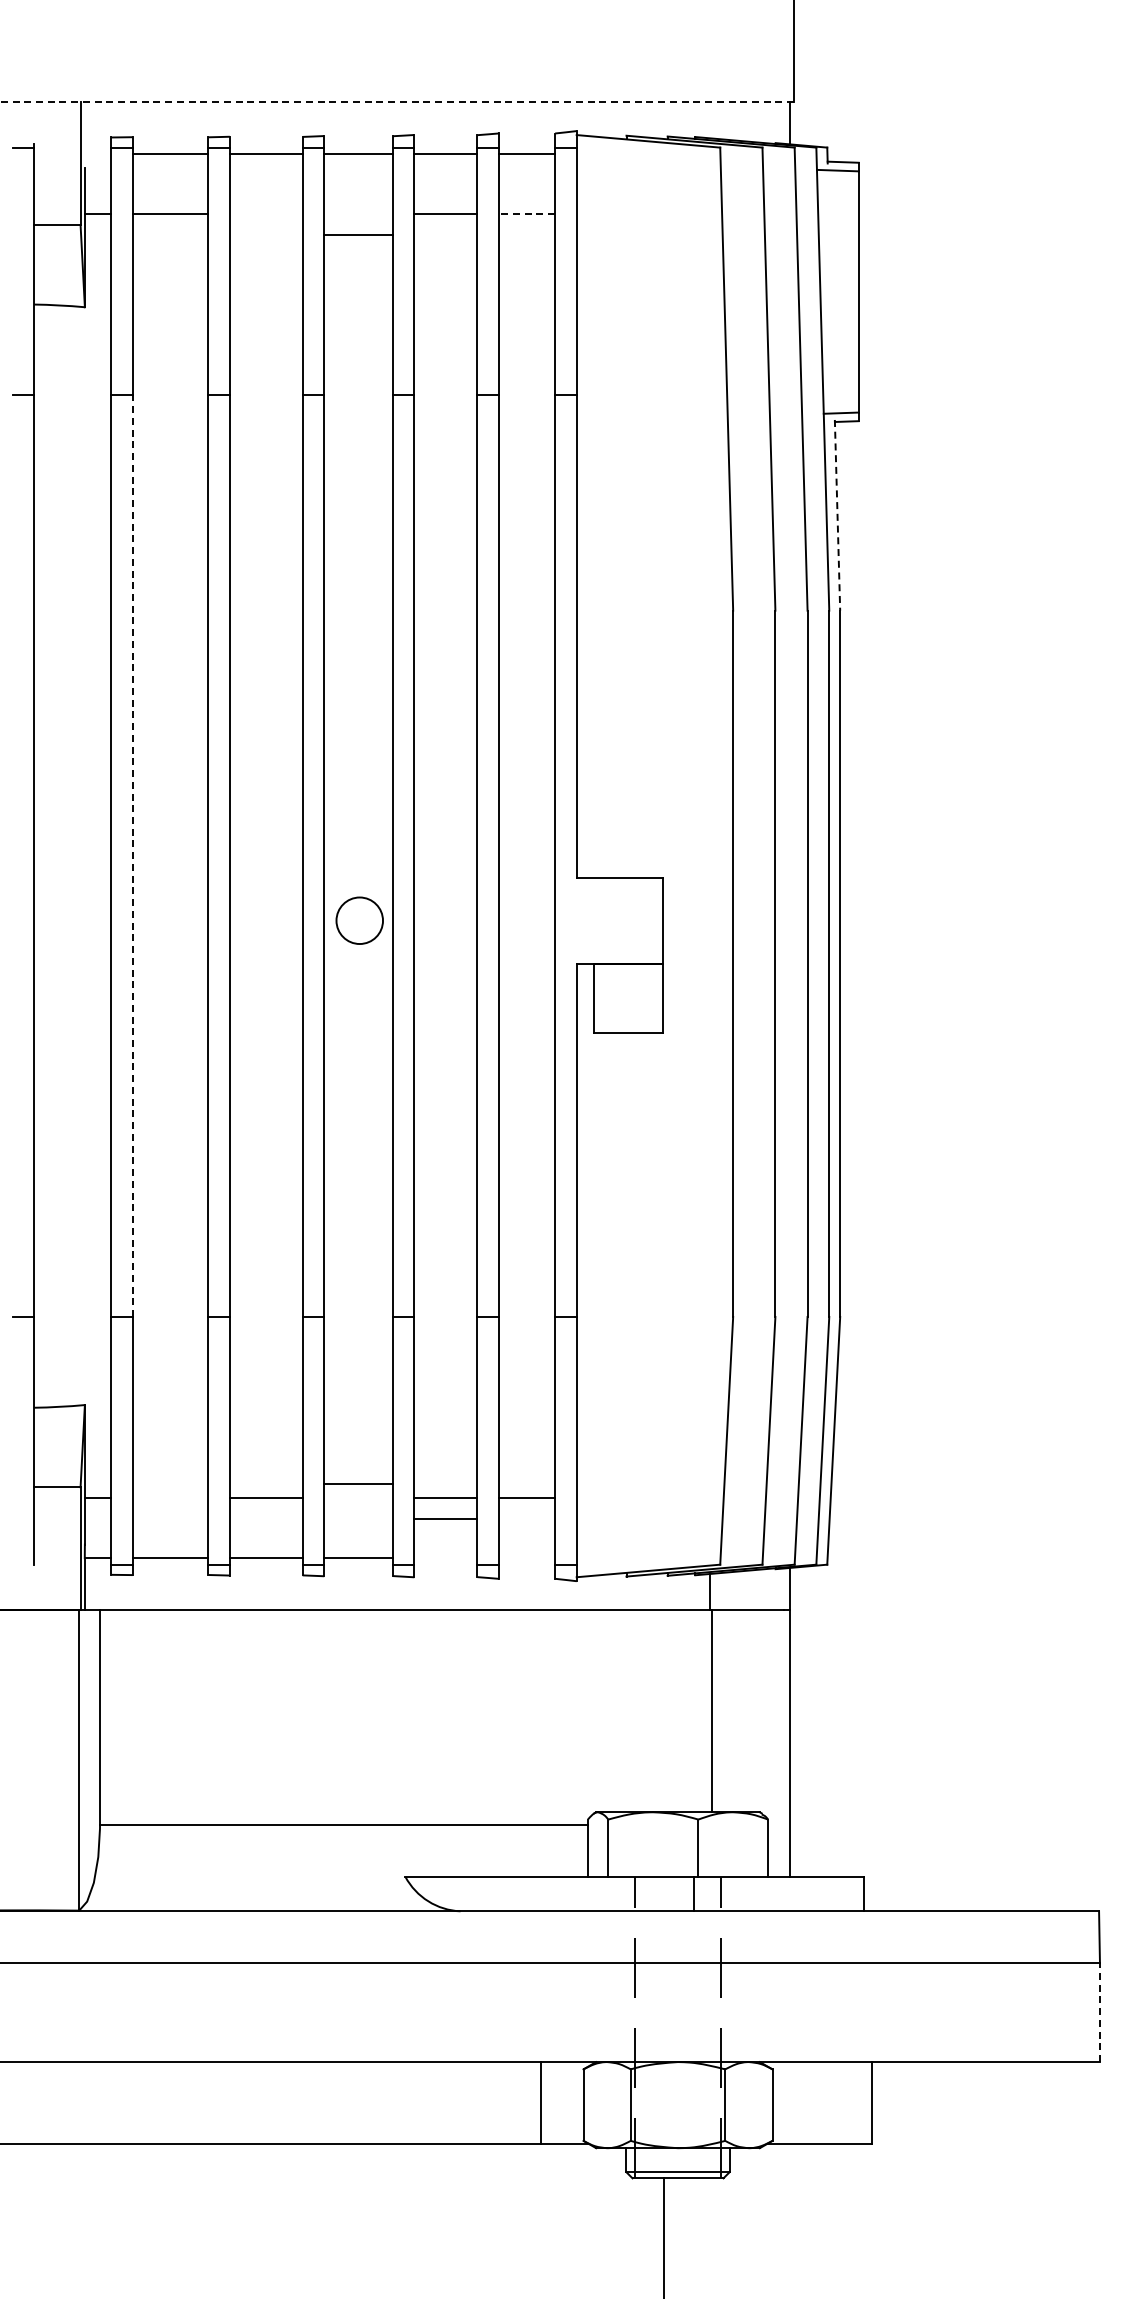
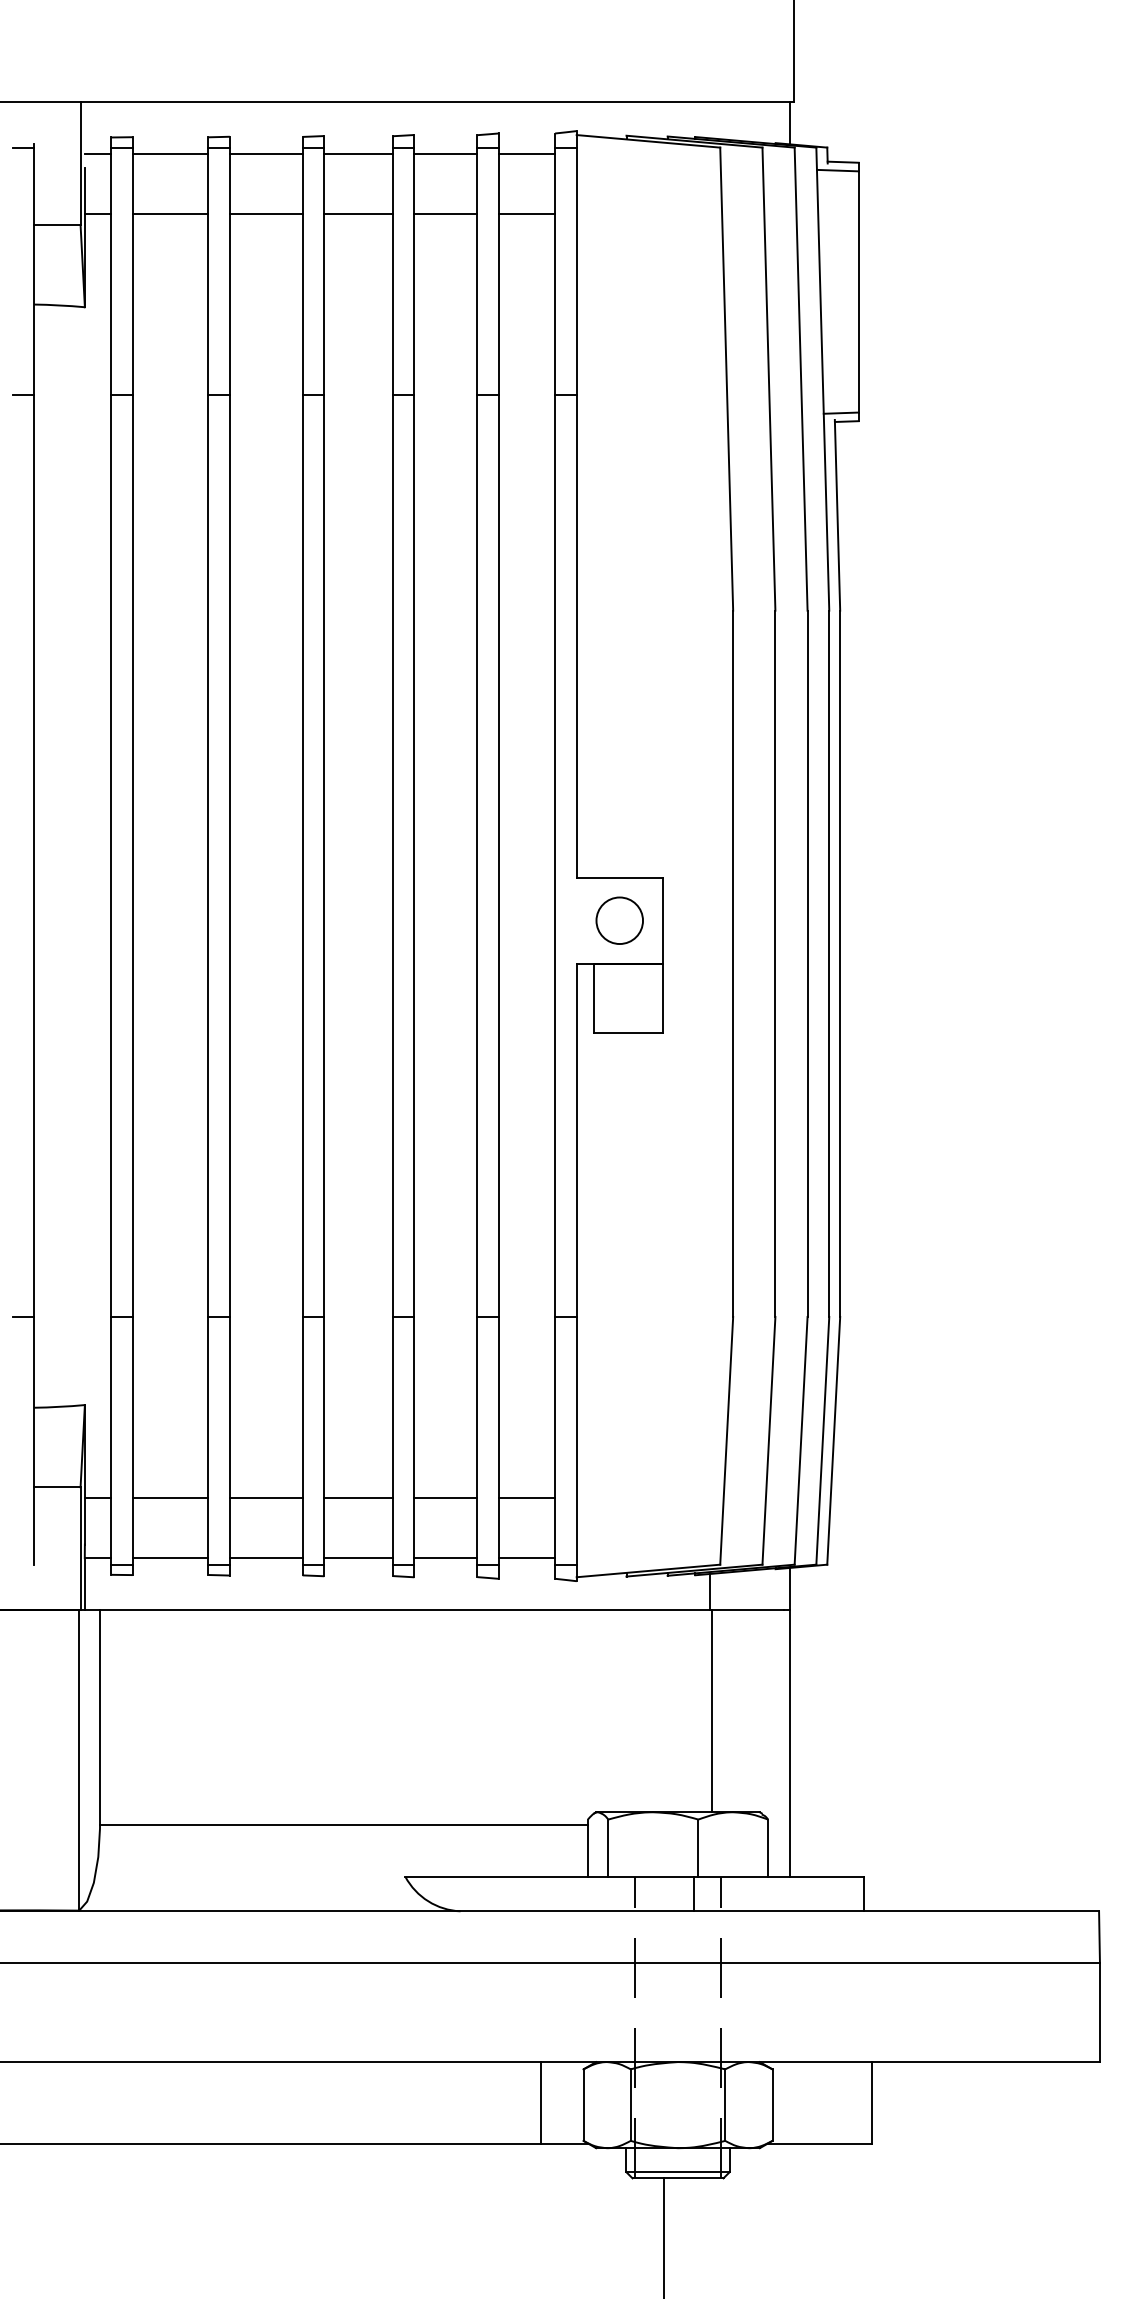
line at (397, 102): dashed -> solid
line at (97, 154): none -> present
line at (265, 214): none -> present
line at (526, 214): dashed -> solid
line at (358, 235) position: (358, 235) -> (358, 214)
line at (837, 515): dashed -> solid
line at (132, 856): dashed -> solid
circle at (359, 920) position: (359, 920) -> (619, 920)
line at (358, 1483) position: (358, 1483) -> (358, 1497)
line at (170, 1497): none -> present
line at (445, 1519) position: (445, 1519) -> (445, 1558)
line at (526, 1558): none -> present
line at (1099, 2012): dashed -> solid
